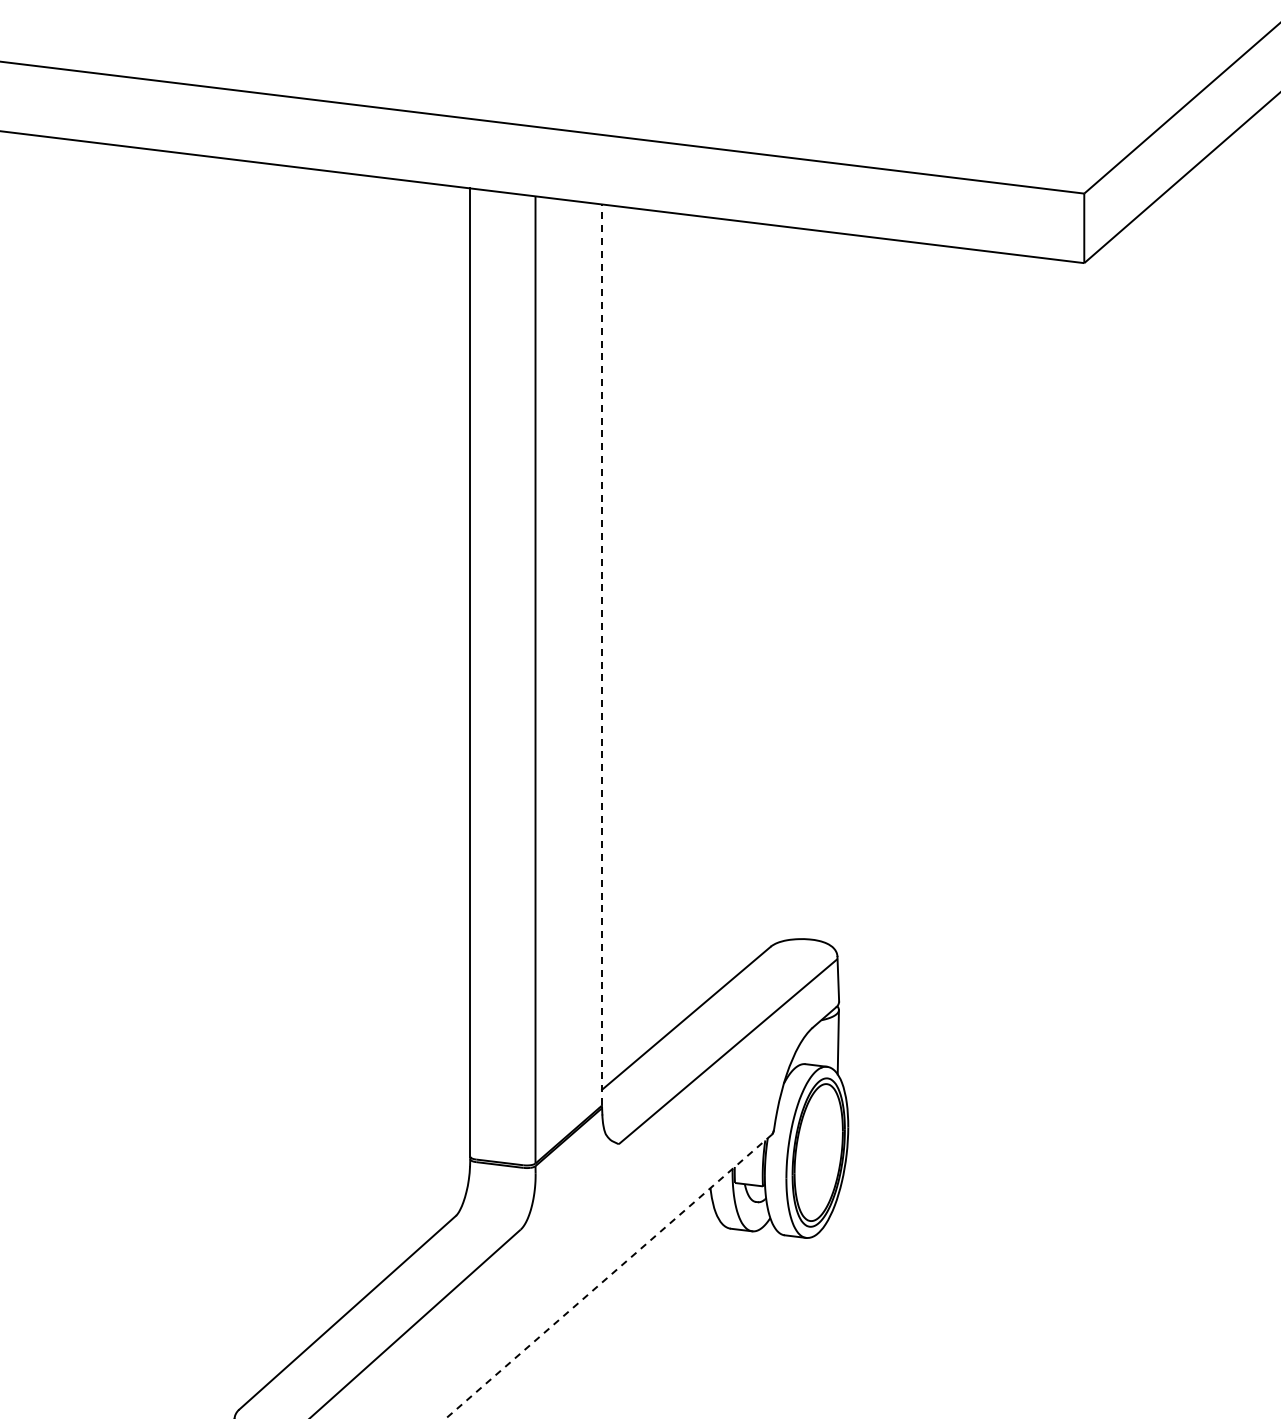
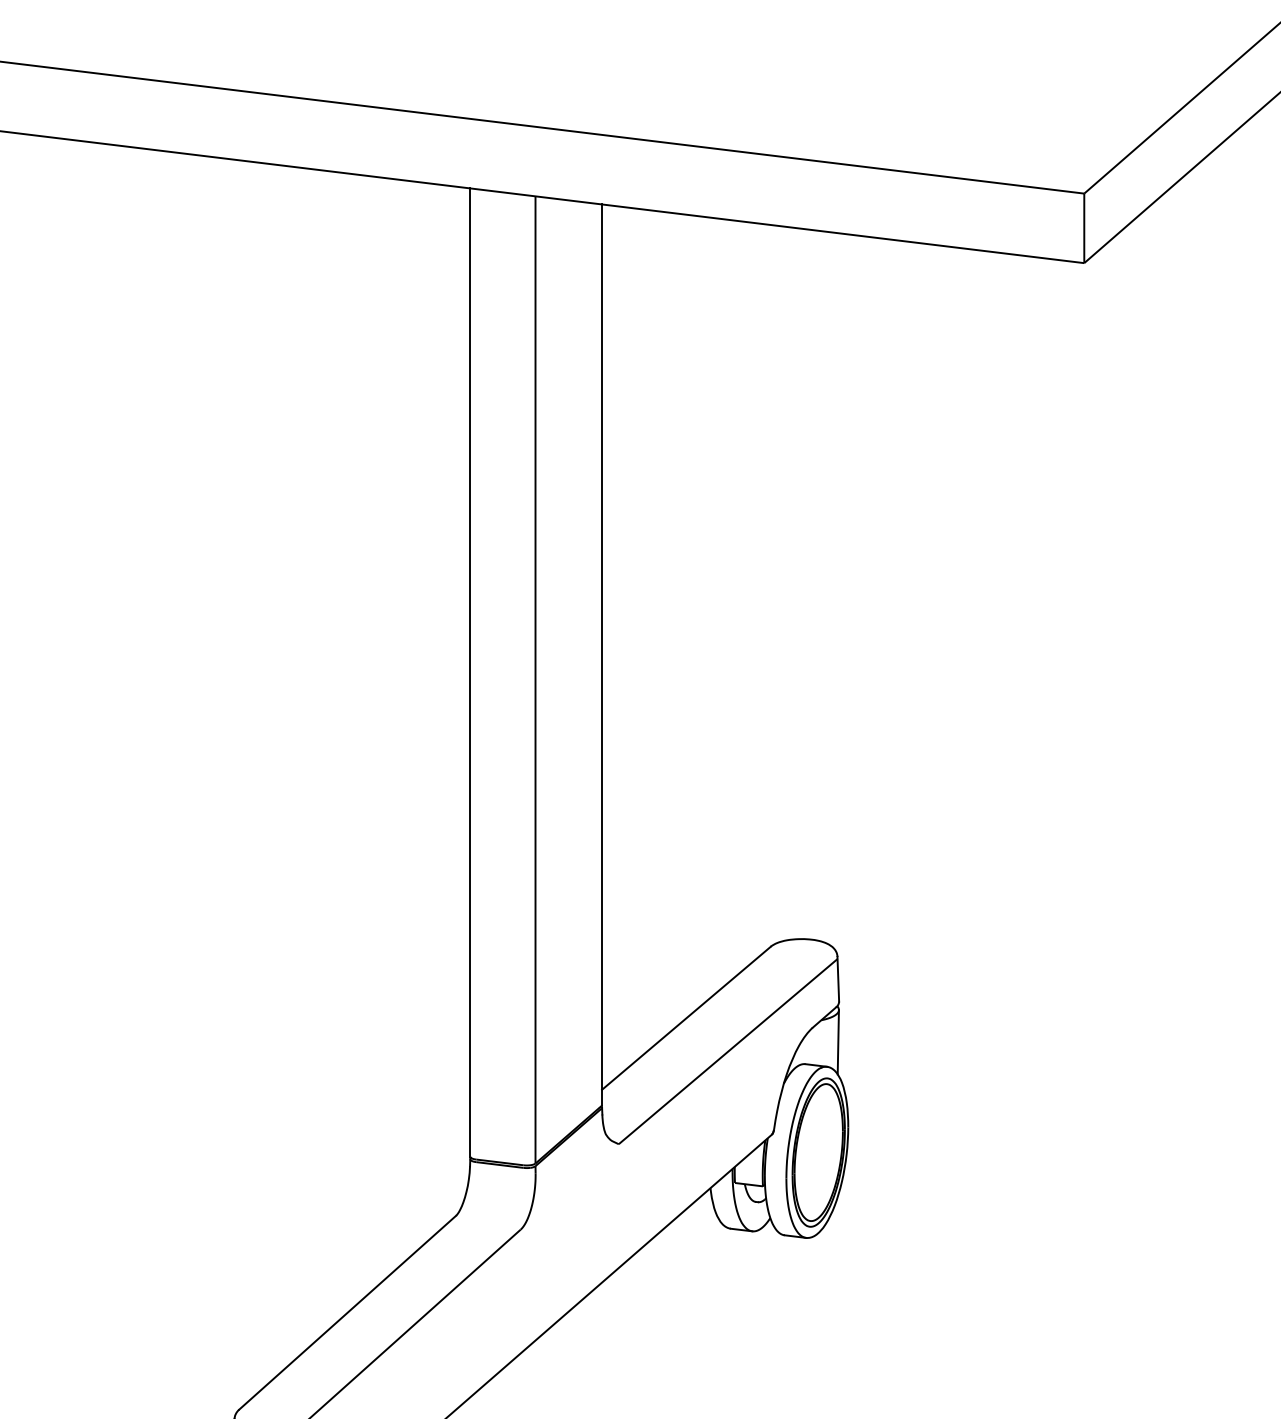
line at (602, 654): dashed -> solid
line at (608, 1277): dashed -> solid
